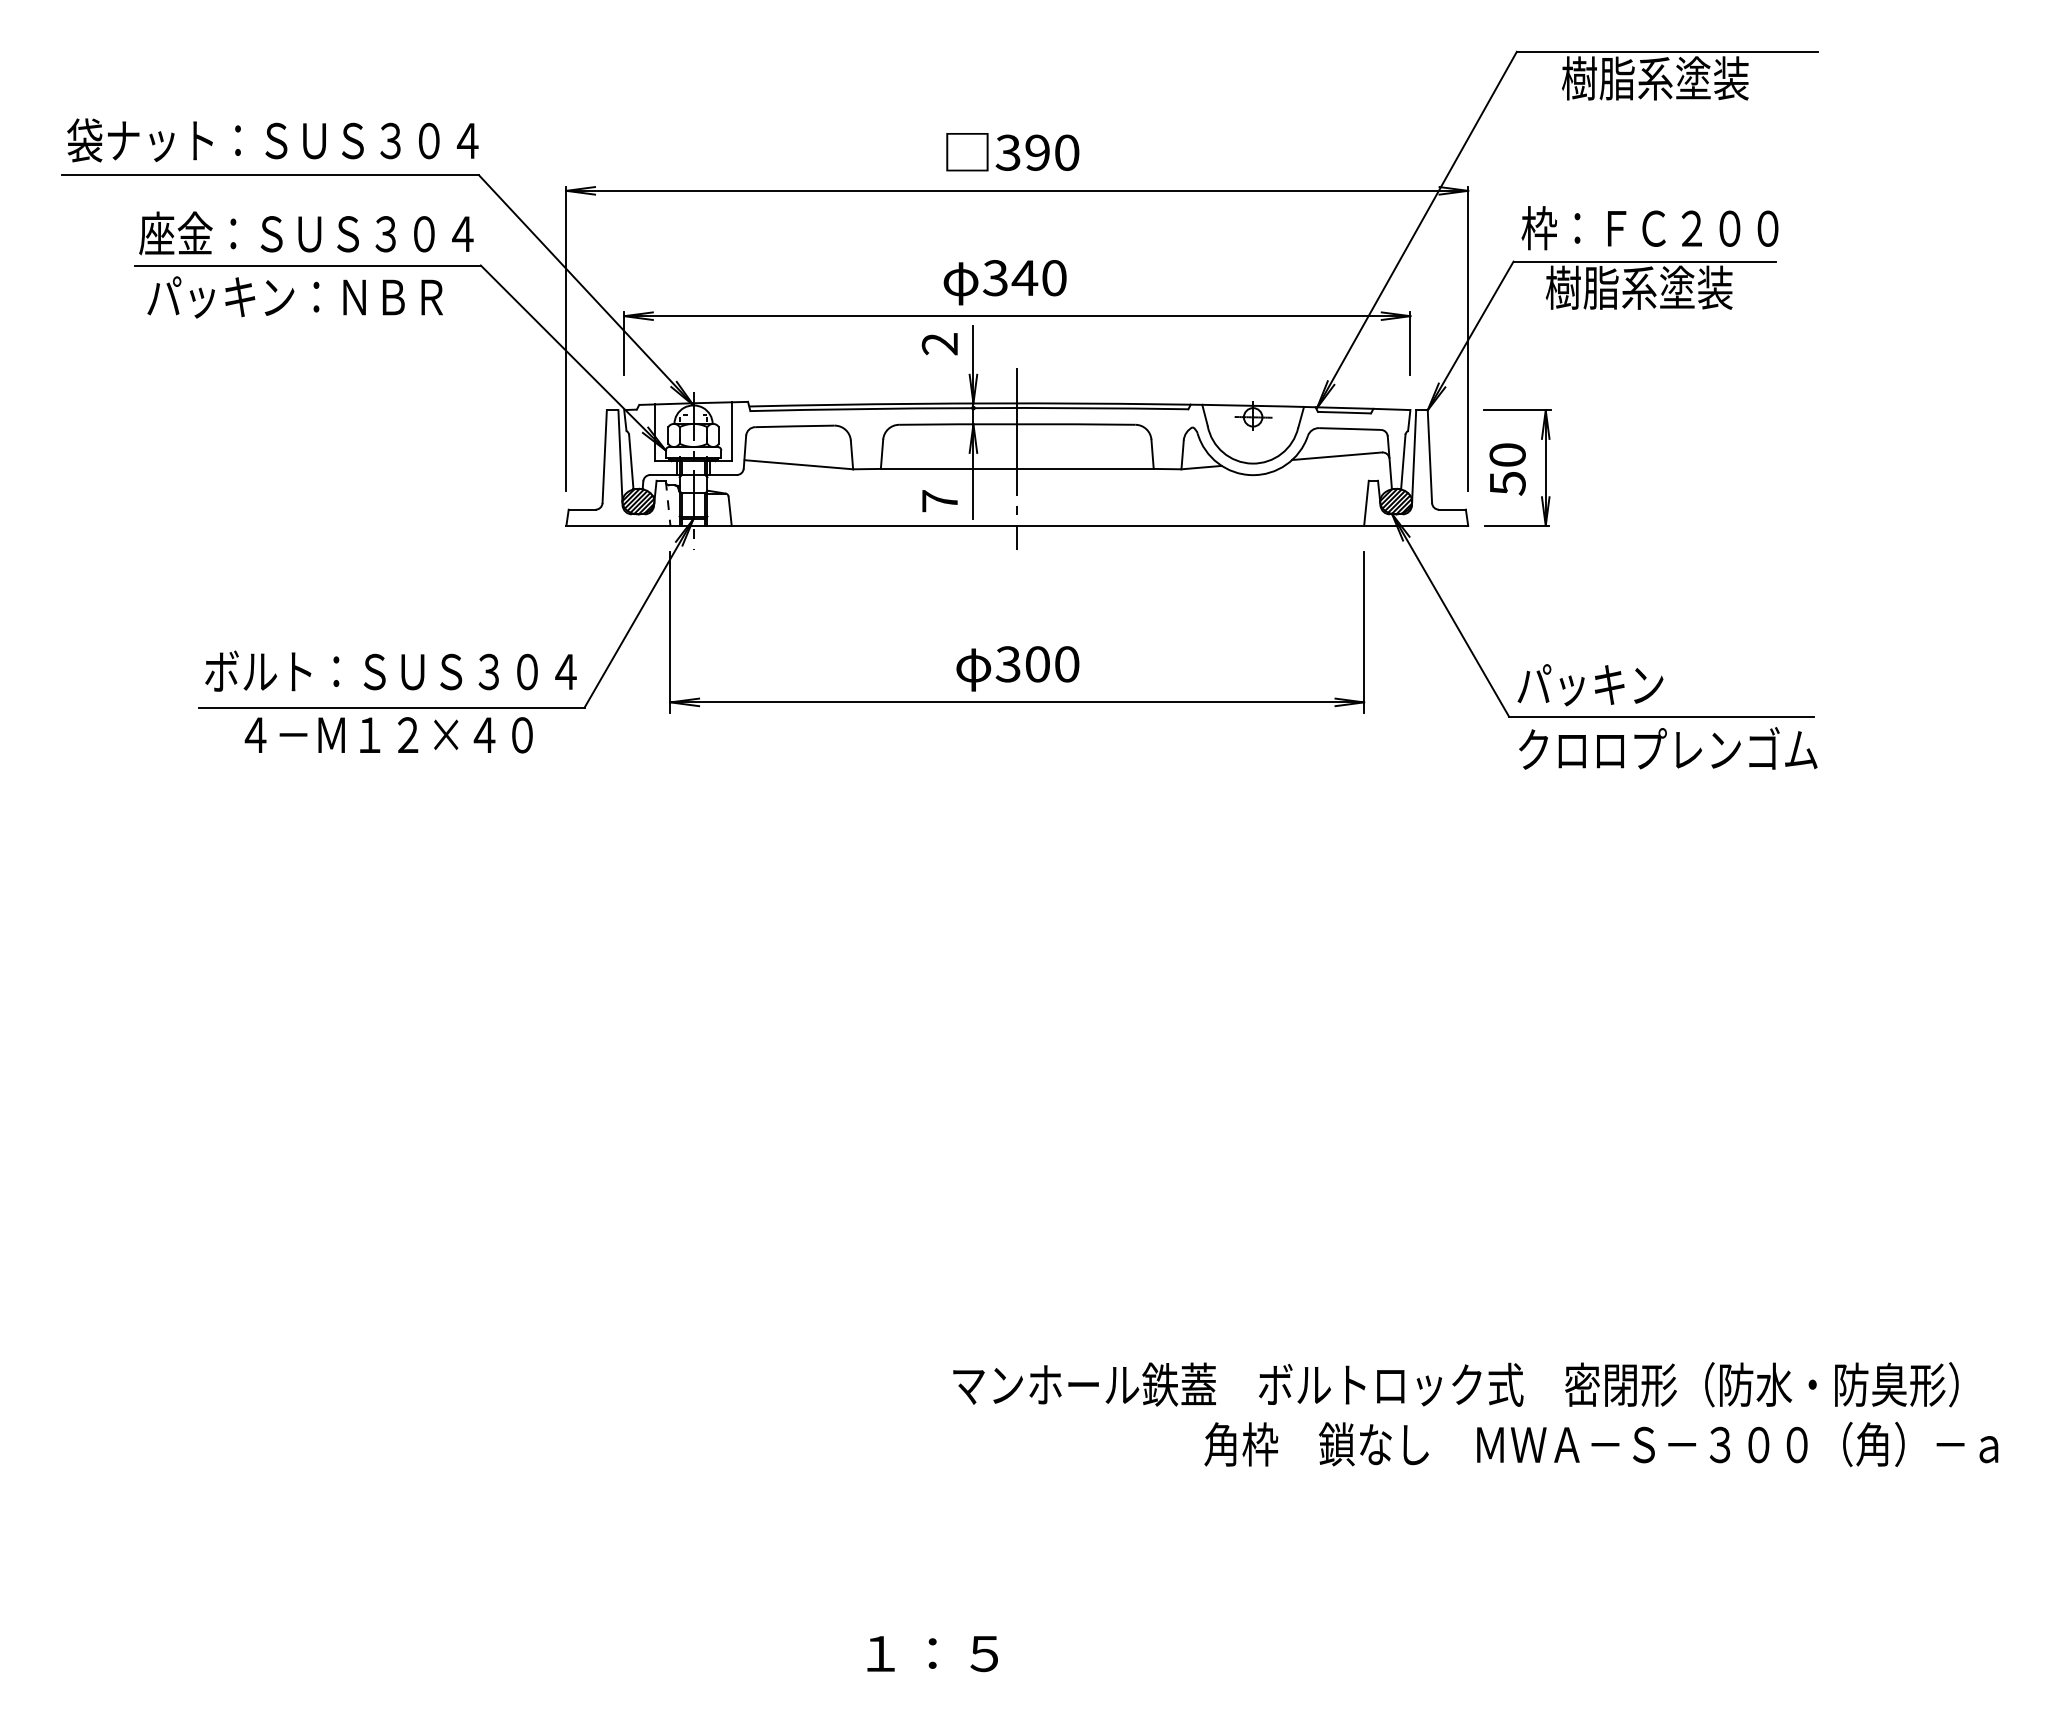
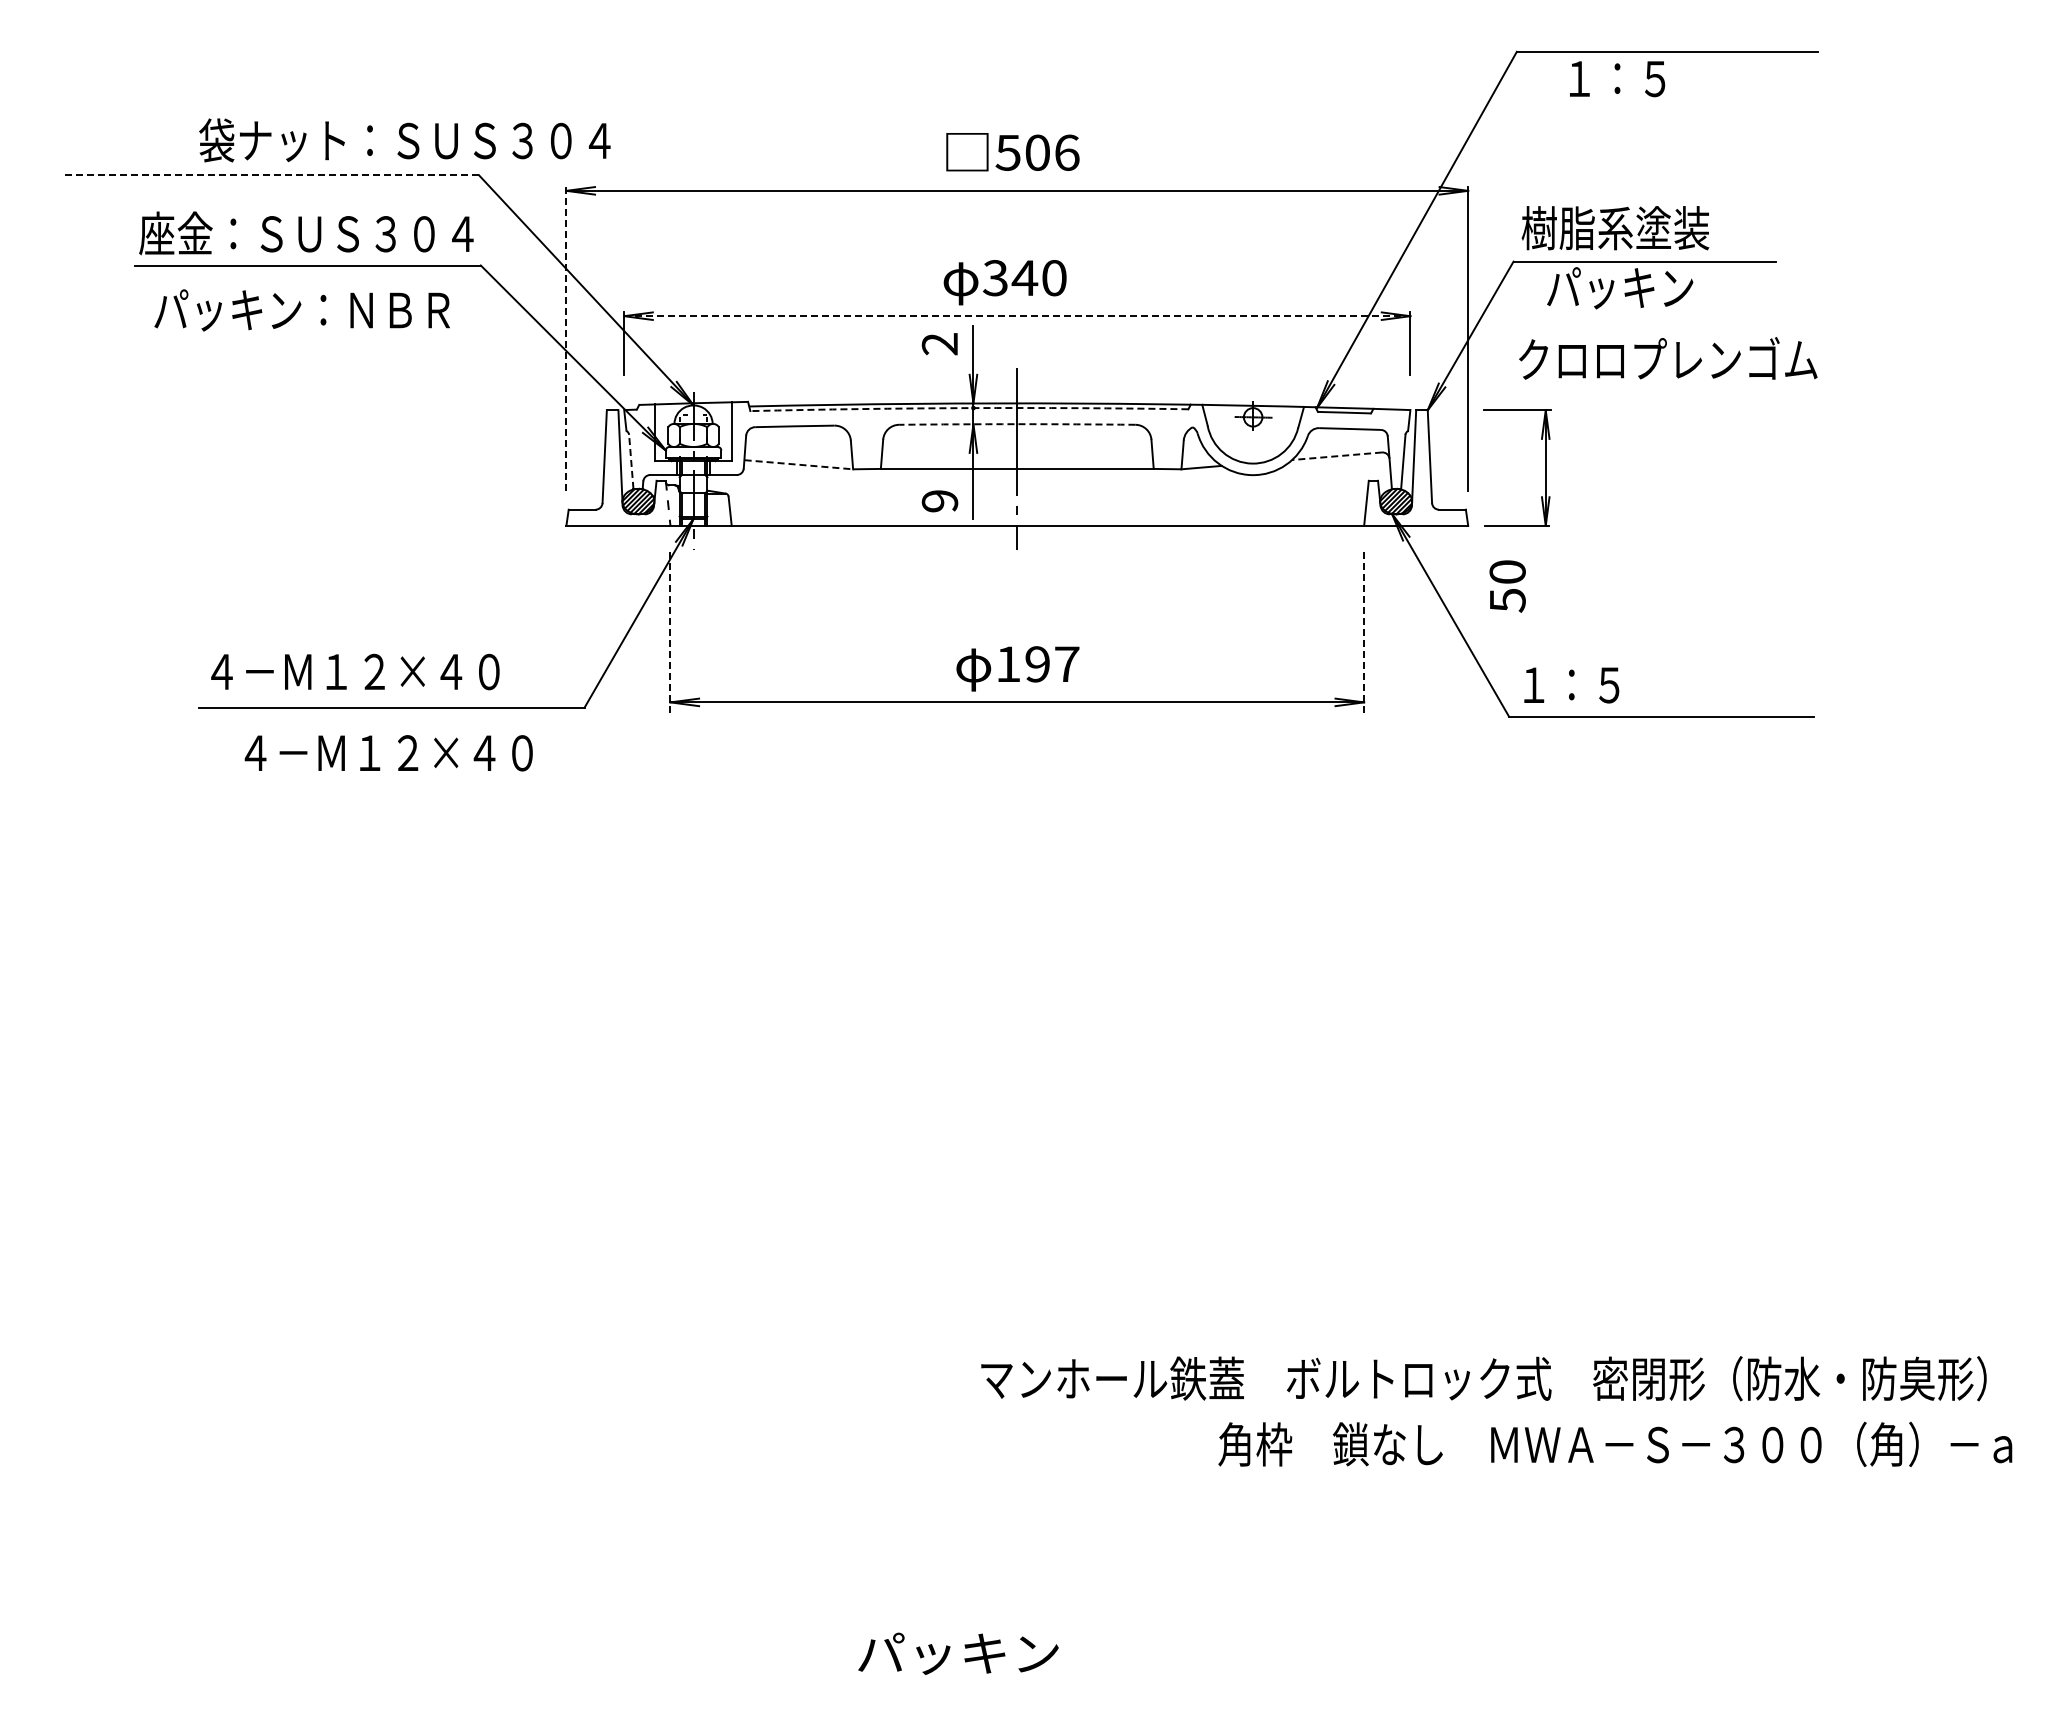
text at (1654, 78): 樹脂系塗装 -> １：５
text at (272, 140) position: (272, 140) -> (404, 140)
text at (1037, 152): 390 -> 506
line at (270, 175): solid -> dashed
text at (1649, 228): 枠：ＦＣ２００ -> 樹脂系塗装
text at (1638, 287): 樹脂系塗装 -> パッキン
text at (294, 297) position: (294, 297) -> (301, 310)
line at (1017, 316): solid -> dashed
line at (566, 338): solid -> dashed
arc at (969, 408): solid -> dashed
arc at (1017, 424): solid -> dashed
line at (1336, 456): solid -> dashed
line at (631, 461): solid -> dashed
line at (799, 464): solid -> dashed
text at (1507, 469) position: (1507, 469) -> (1507, 586)
text at (939, 501): 7 -> 9
line at (670, 632): solid -> dashed
line at (1364, 632): solid -> dashed
text at (1037, 664): 300 -> 197
text at (390, 670): ボルト：ＳＵＳ３０４ -> ４－Ｍ１２×４０
text at (1590, 685): パッキン -> １：５
text at (388, 735) position: (388, 735) -> (388, 753)
text at (1668, 748) position: (1668, 748) -> (1668, 358)
text at (1455, 1384) position: (1455, 1384) -> (1483, 1378)
text at (1601, 1443) position: (1601, 1443) -> (1615, 1443)
text at (958, 1653): １：５ -> パッキン
